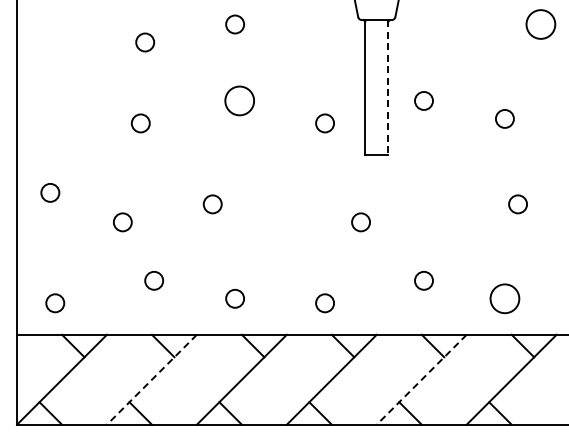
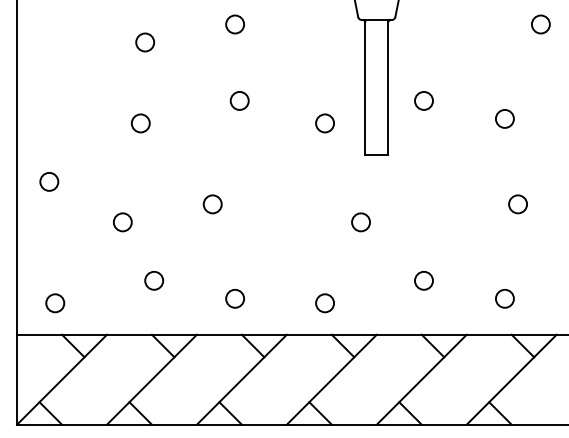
circle at (540, 24) diameter: 29 px -> 18 px
line at (388, 87): dashed -> solid
circle at (239, 100) diameter: 29 px -> 18 px
circle at (50, 192) position: (50, 192) -> (49, 181)
circle at (504, 298) diameter: 29 px -> 18 px
line at (151, 379): dashed -> solid
line at (421, 379): dashed -> solid
